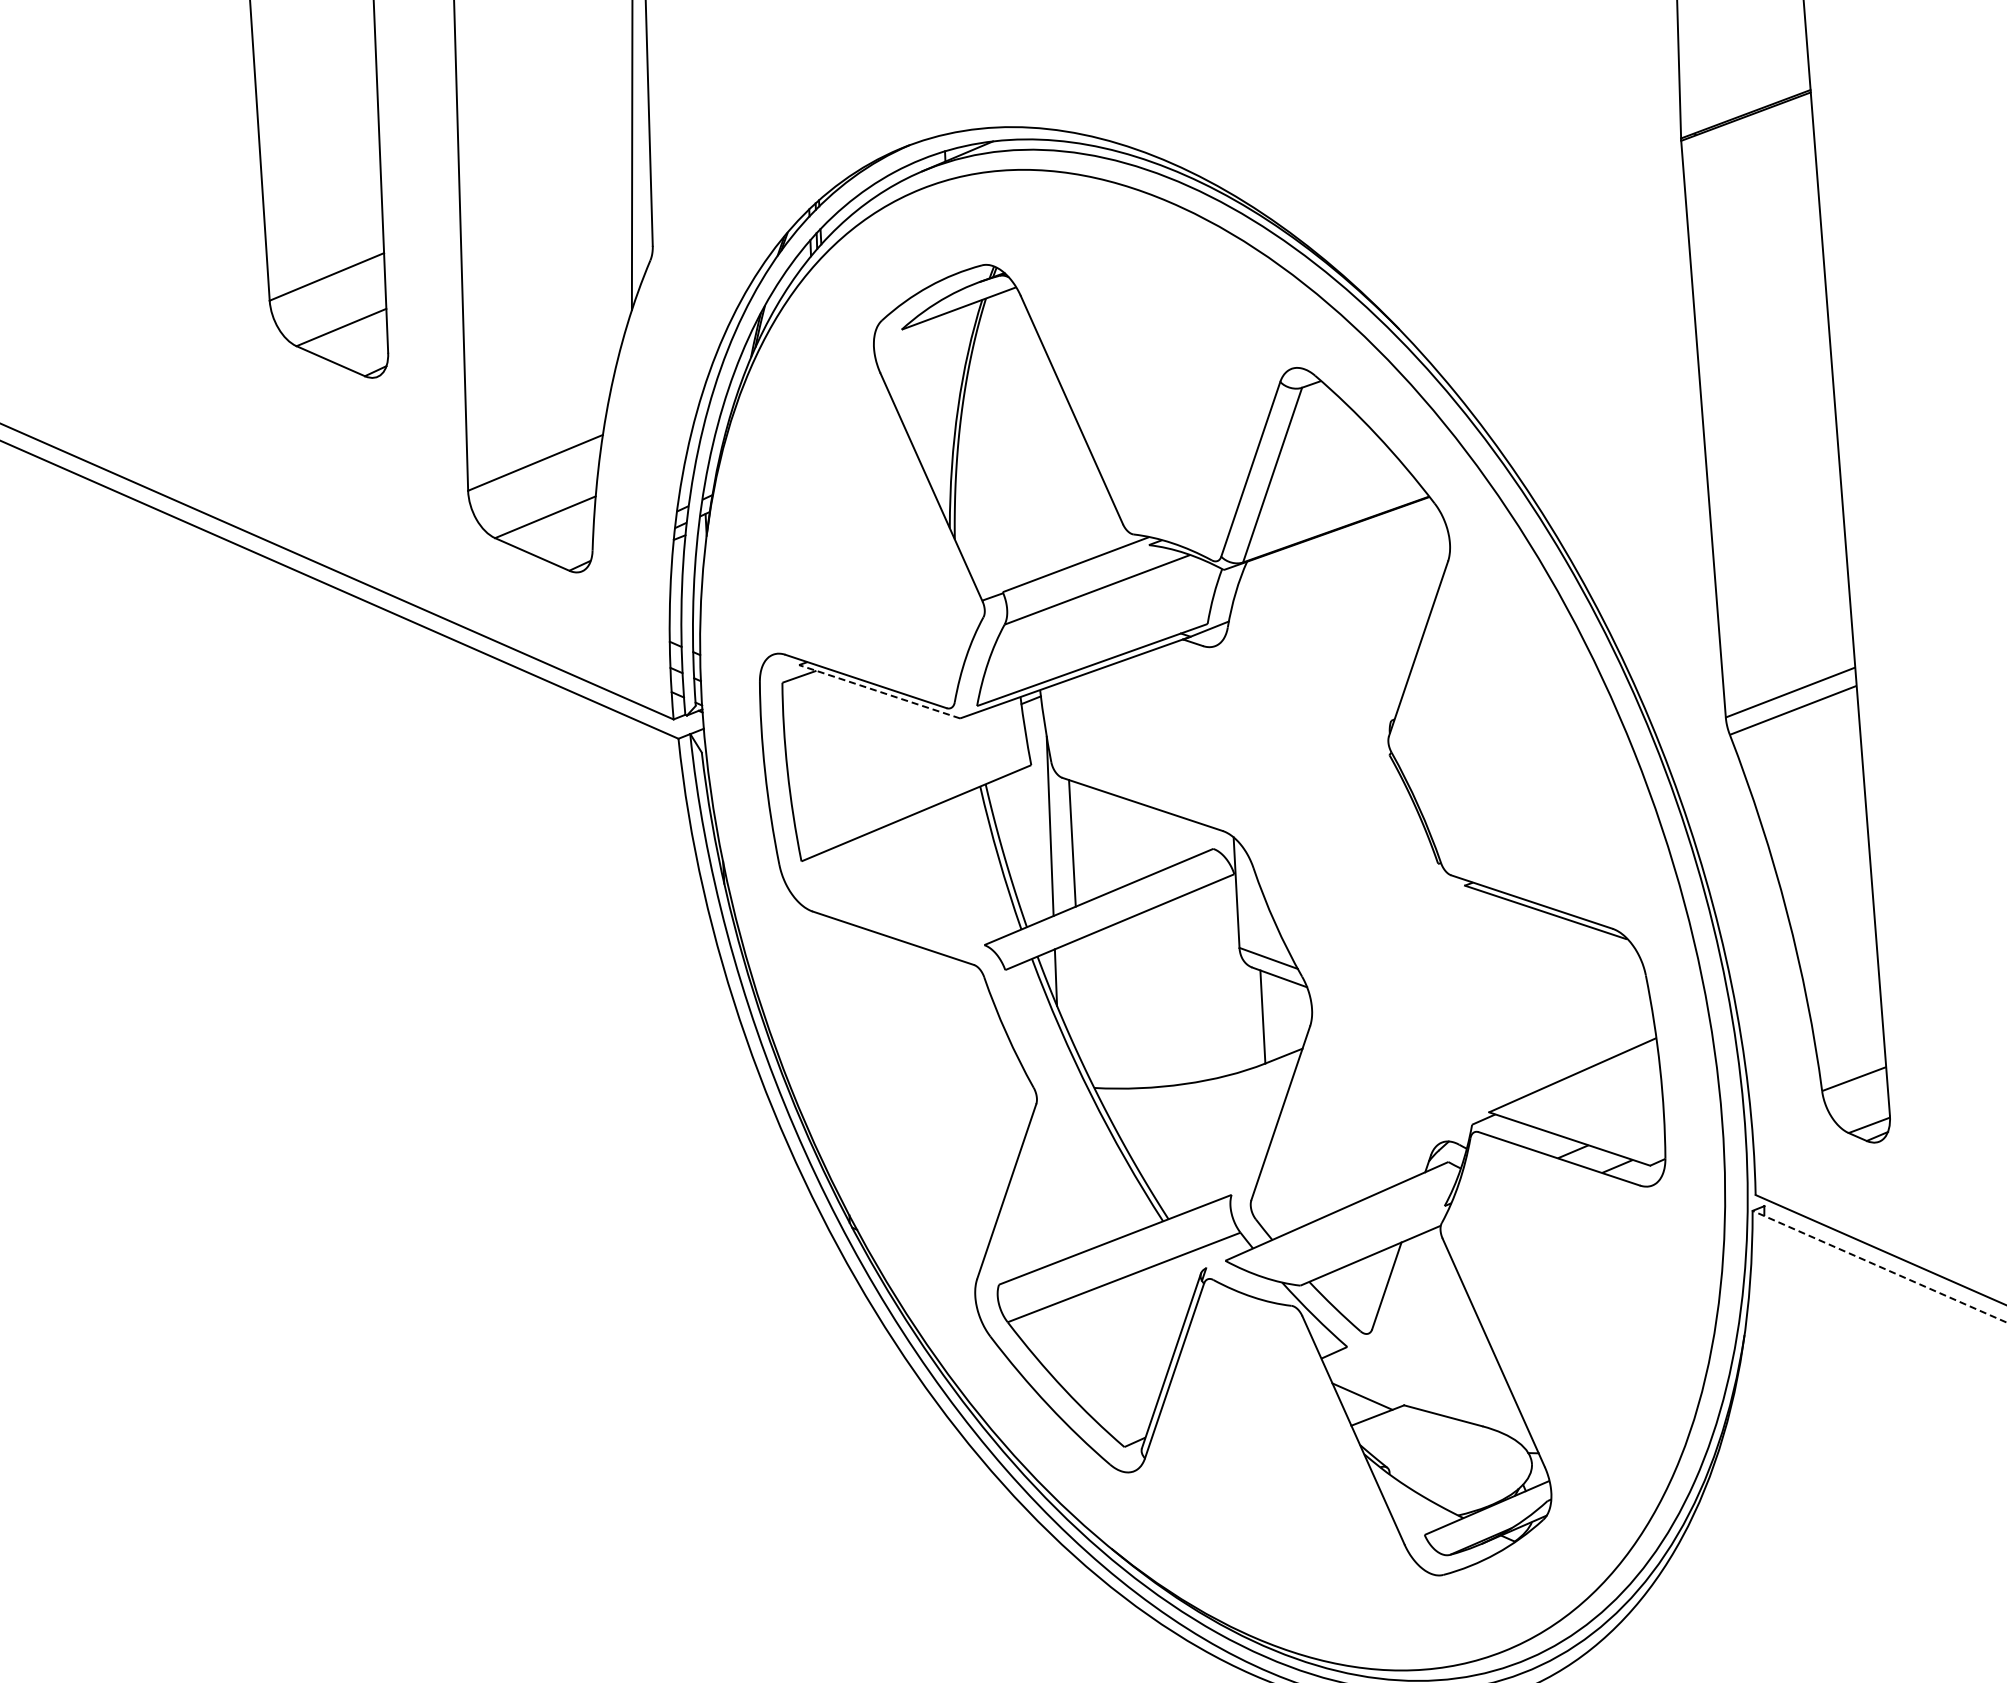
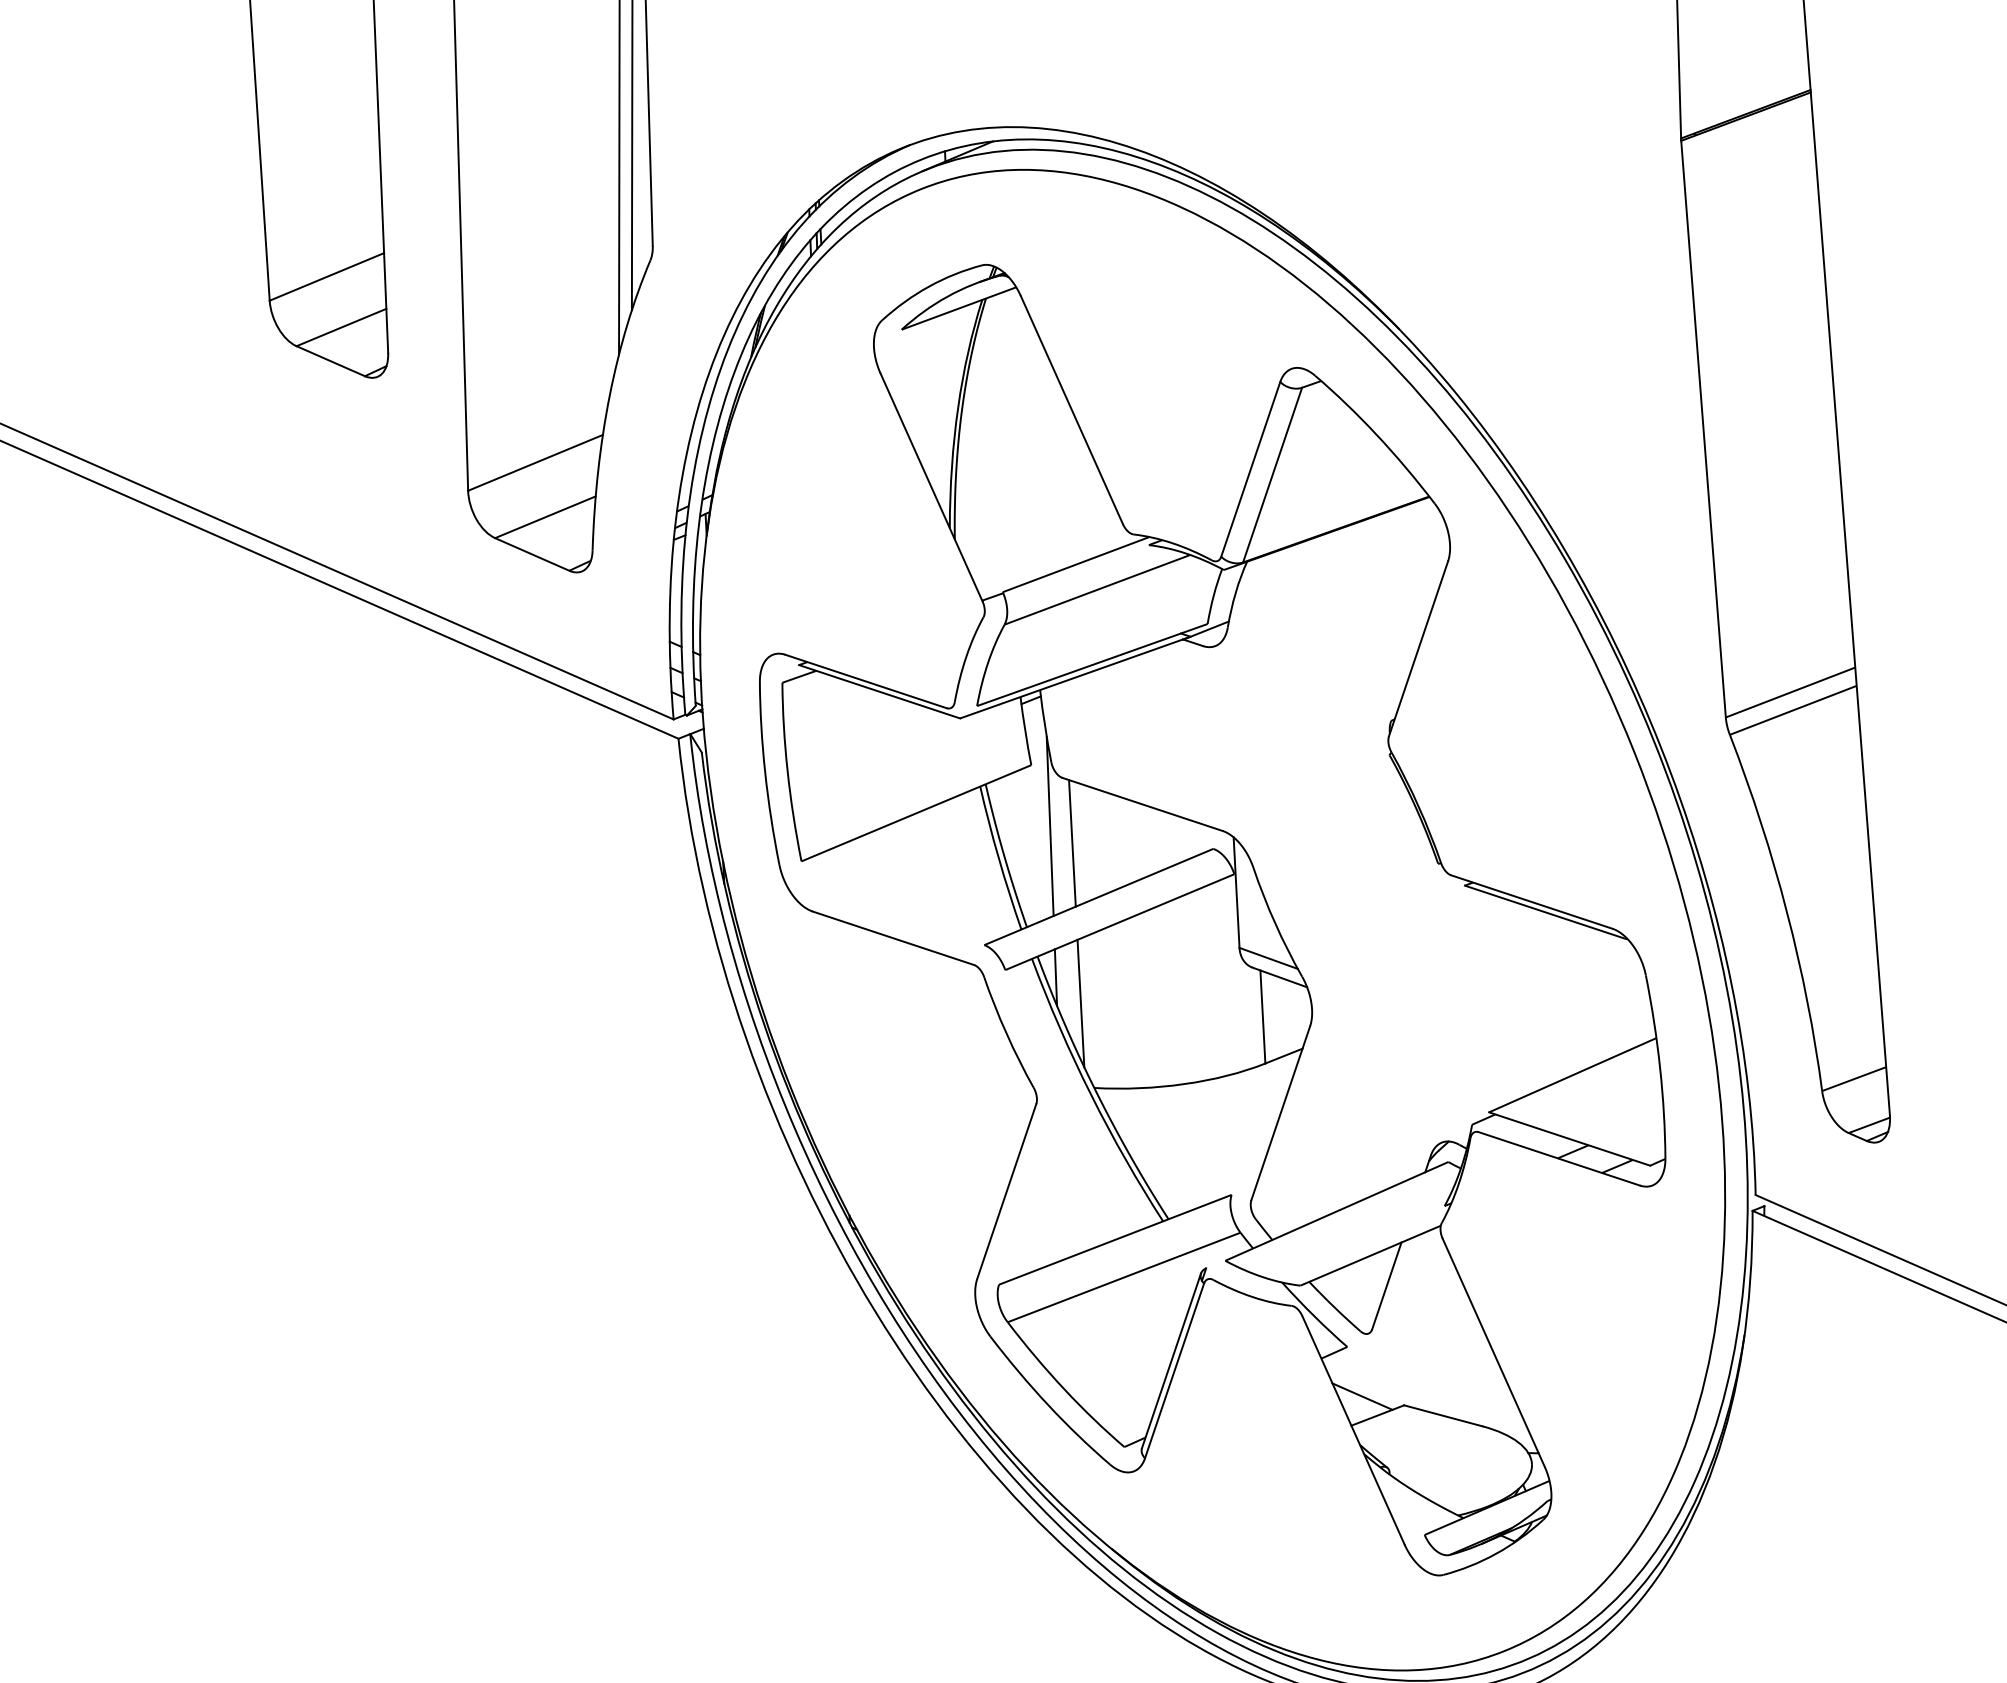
line at (619, 178): none -> present
line at (879, 691): dashed -> solid
line at (1080, 1003): none -> present
line at (1879, 1266): dashed -> solid
